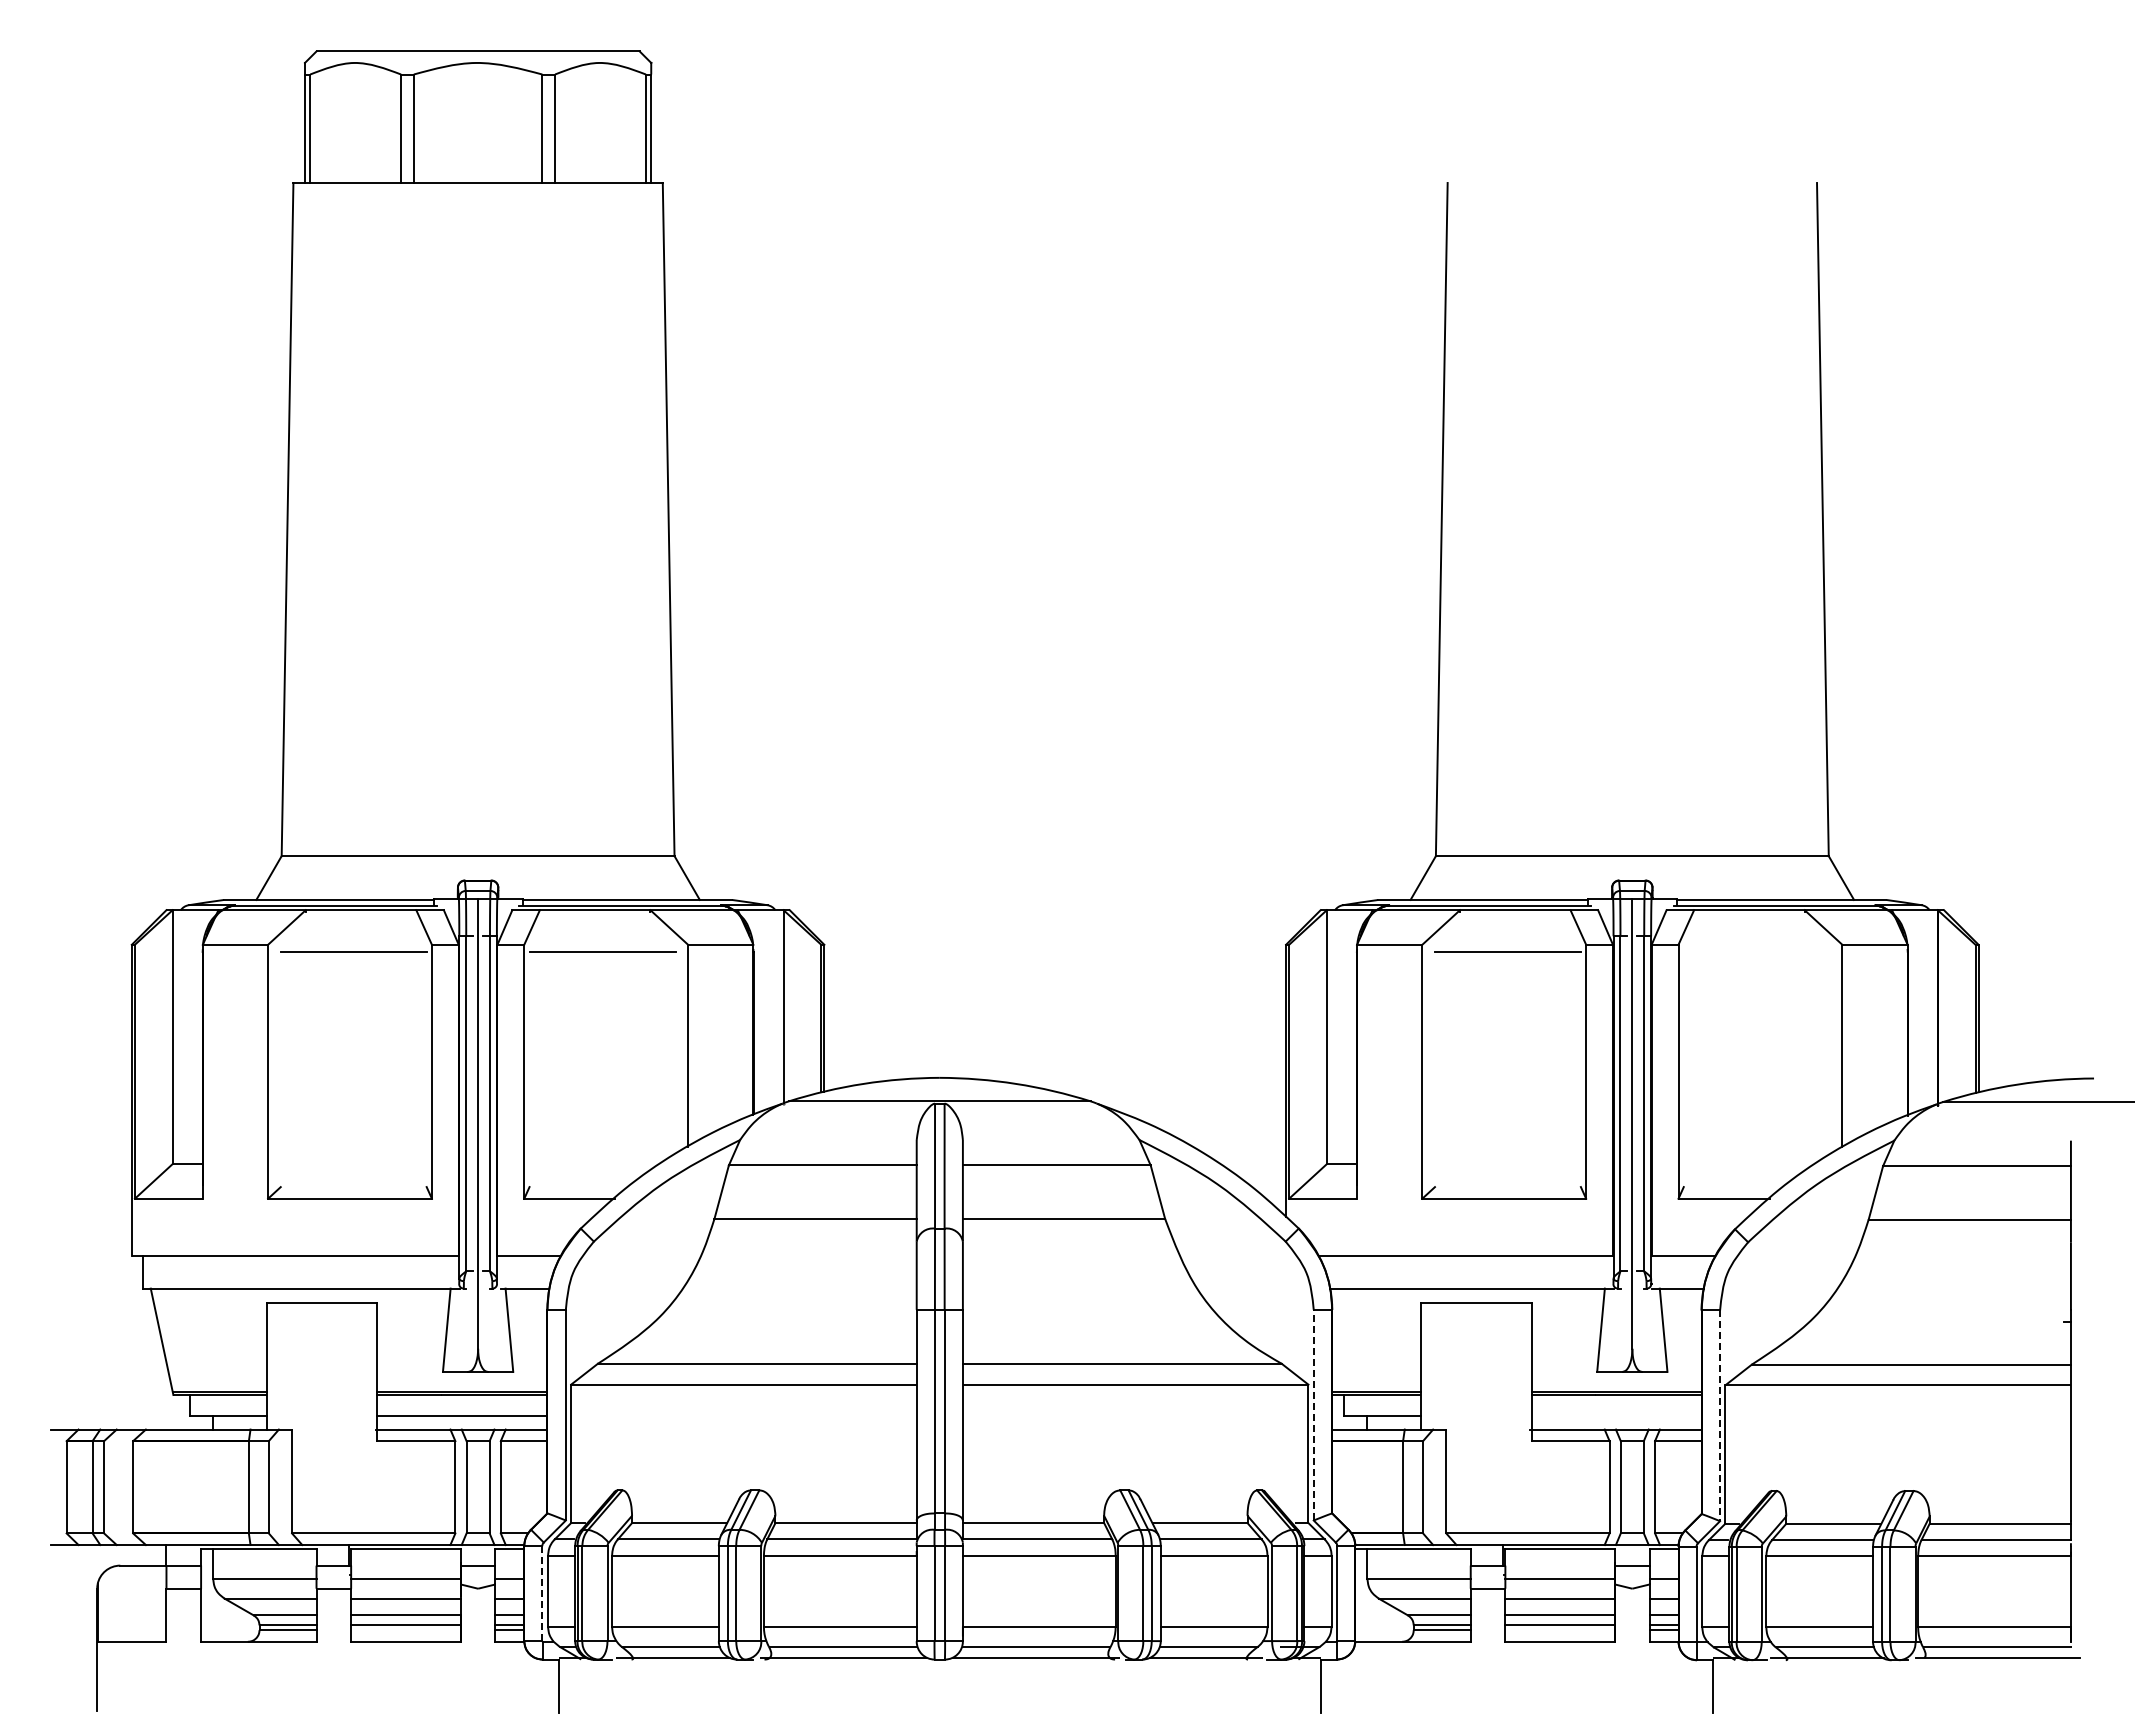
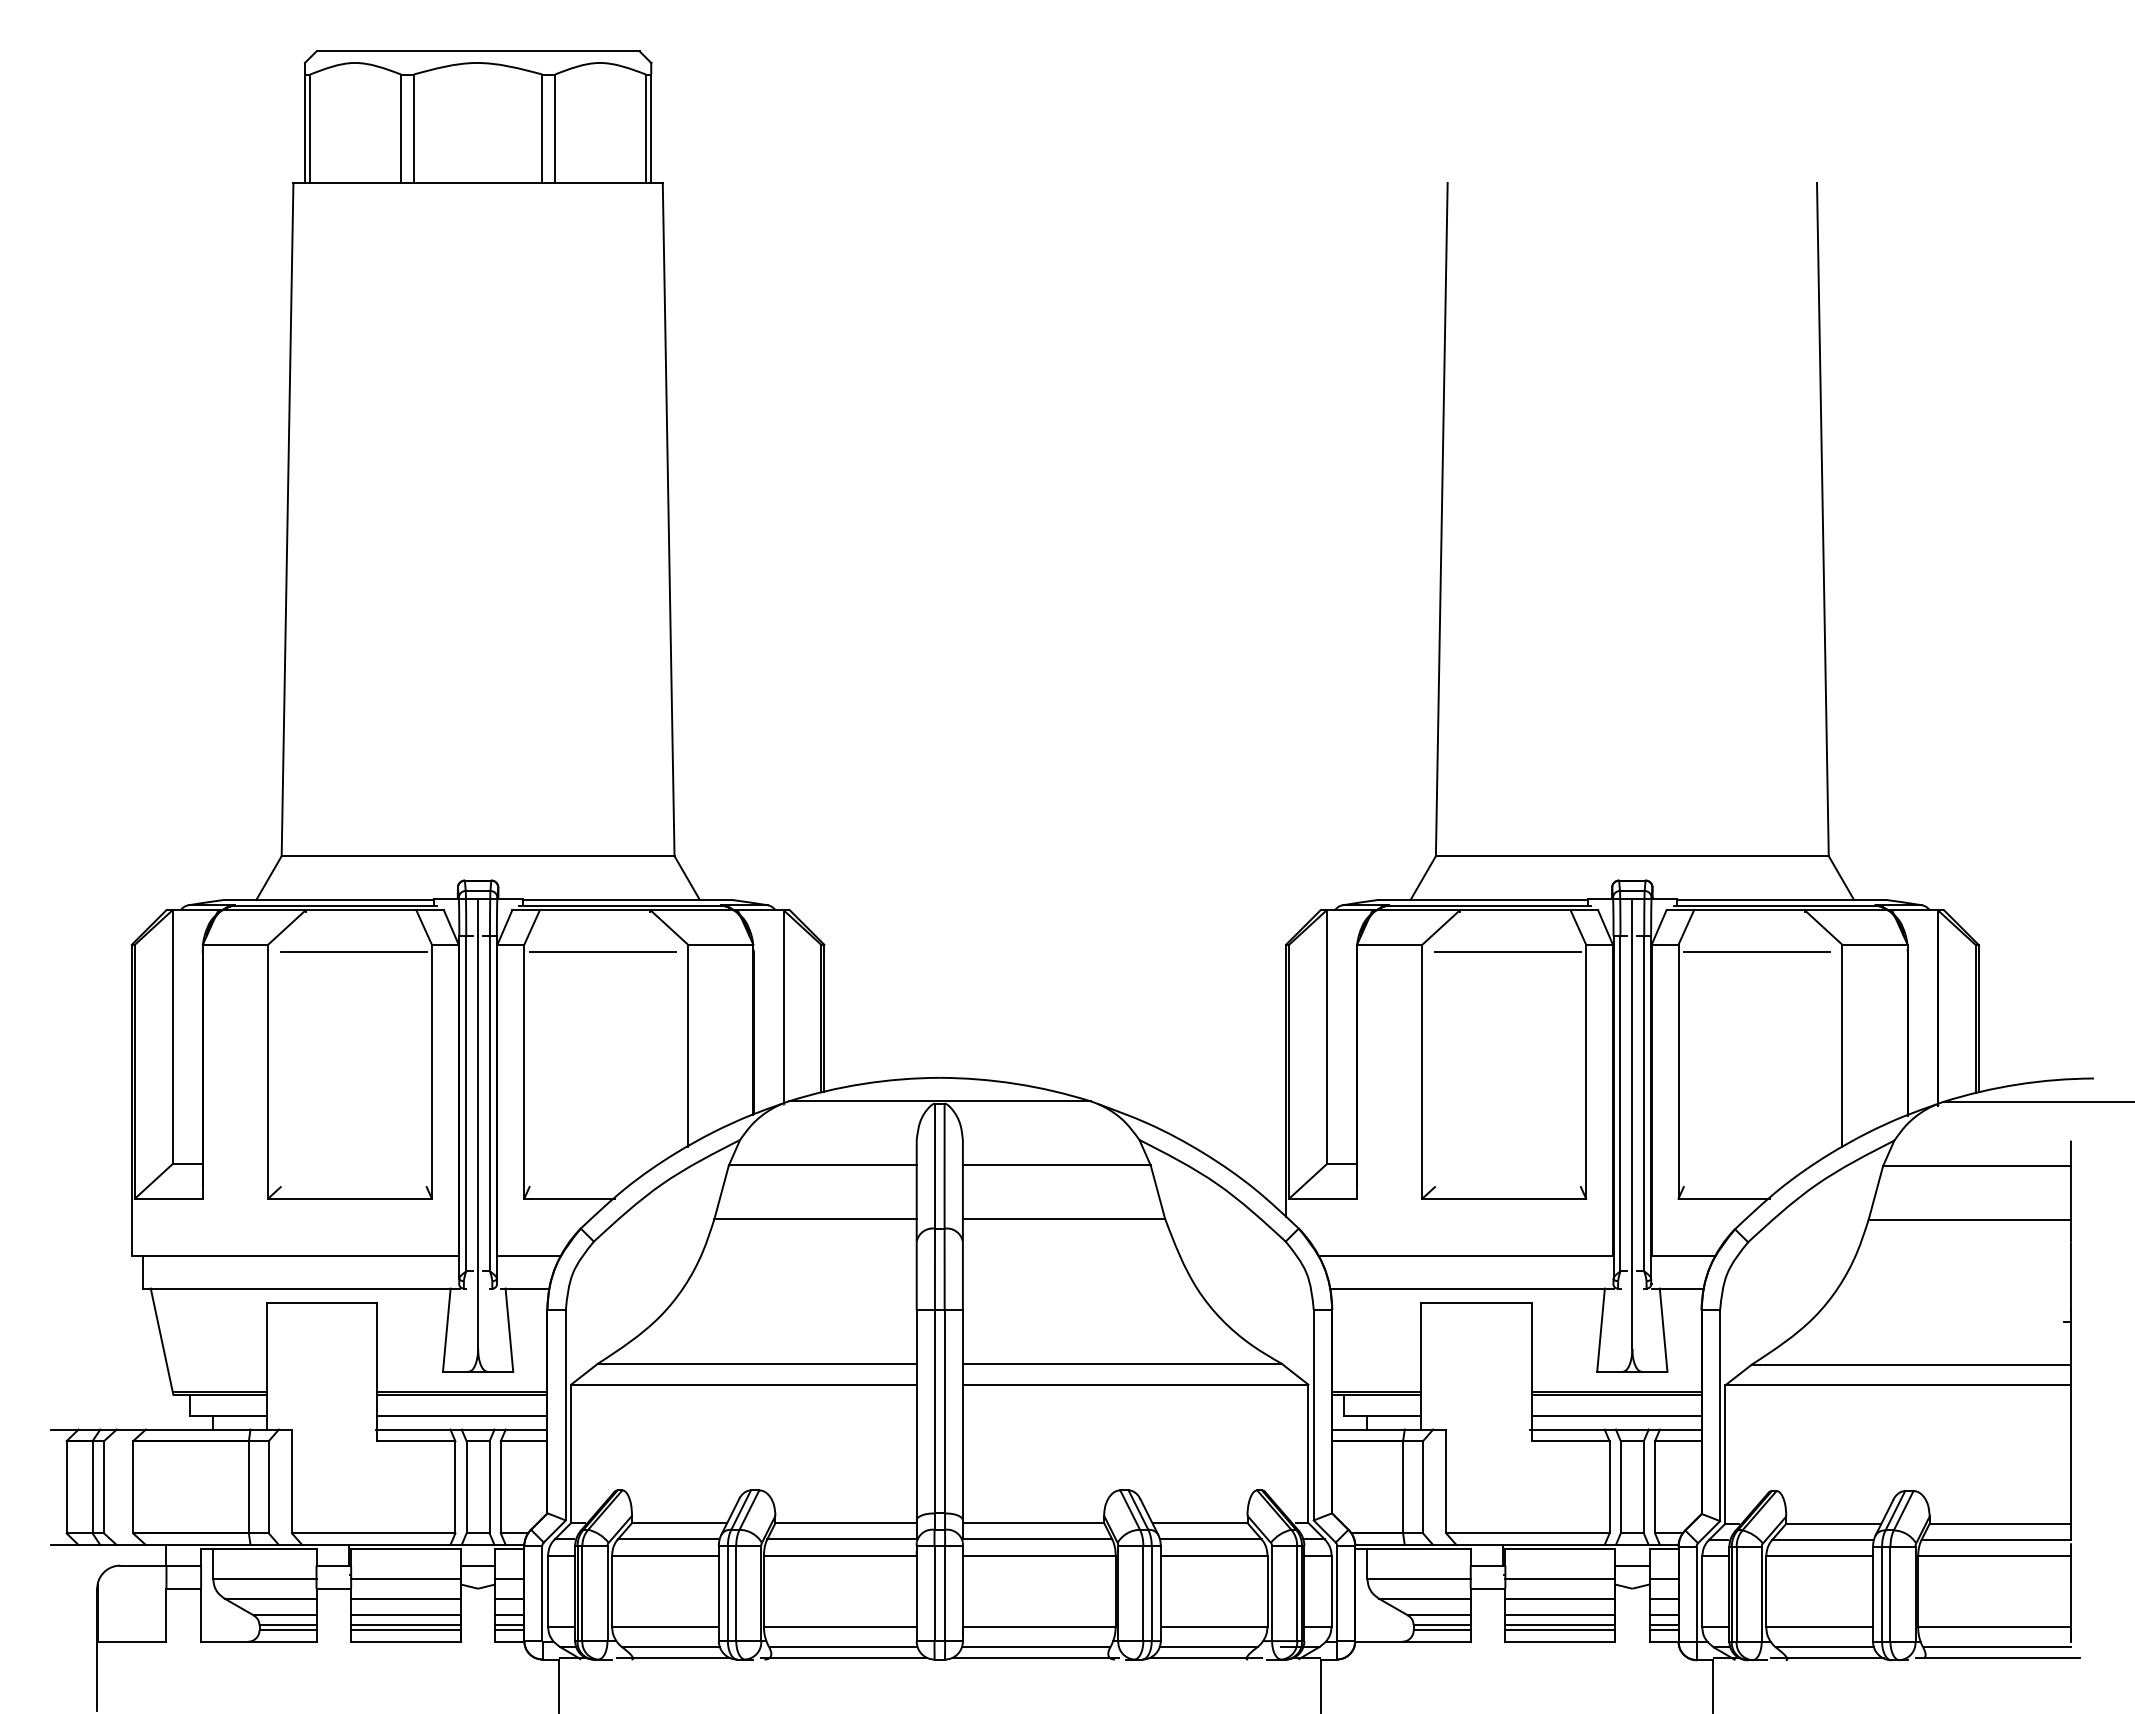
line at (1756, 951): none -> present
line at (1313, 1414): dashed -> solid
line at (1616, 1415): none -> present
line at (1720, 1416): dashed -> solid
line at (542, 1594): dashed -> solid
line at (405, 1630): none -> present
line at (1560, 1630): none -> present
